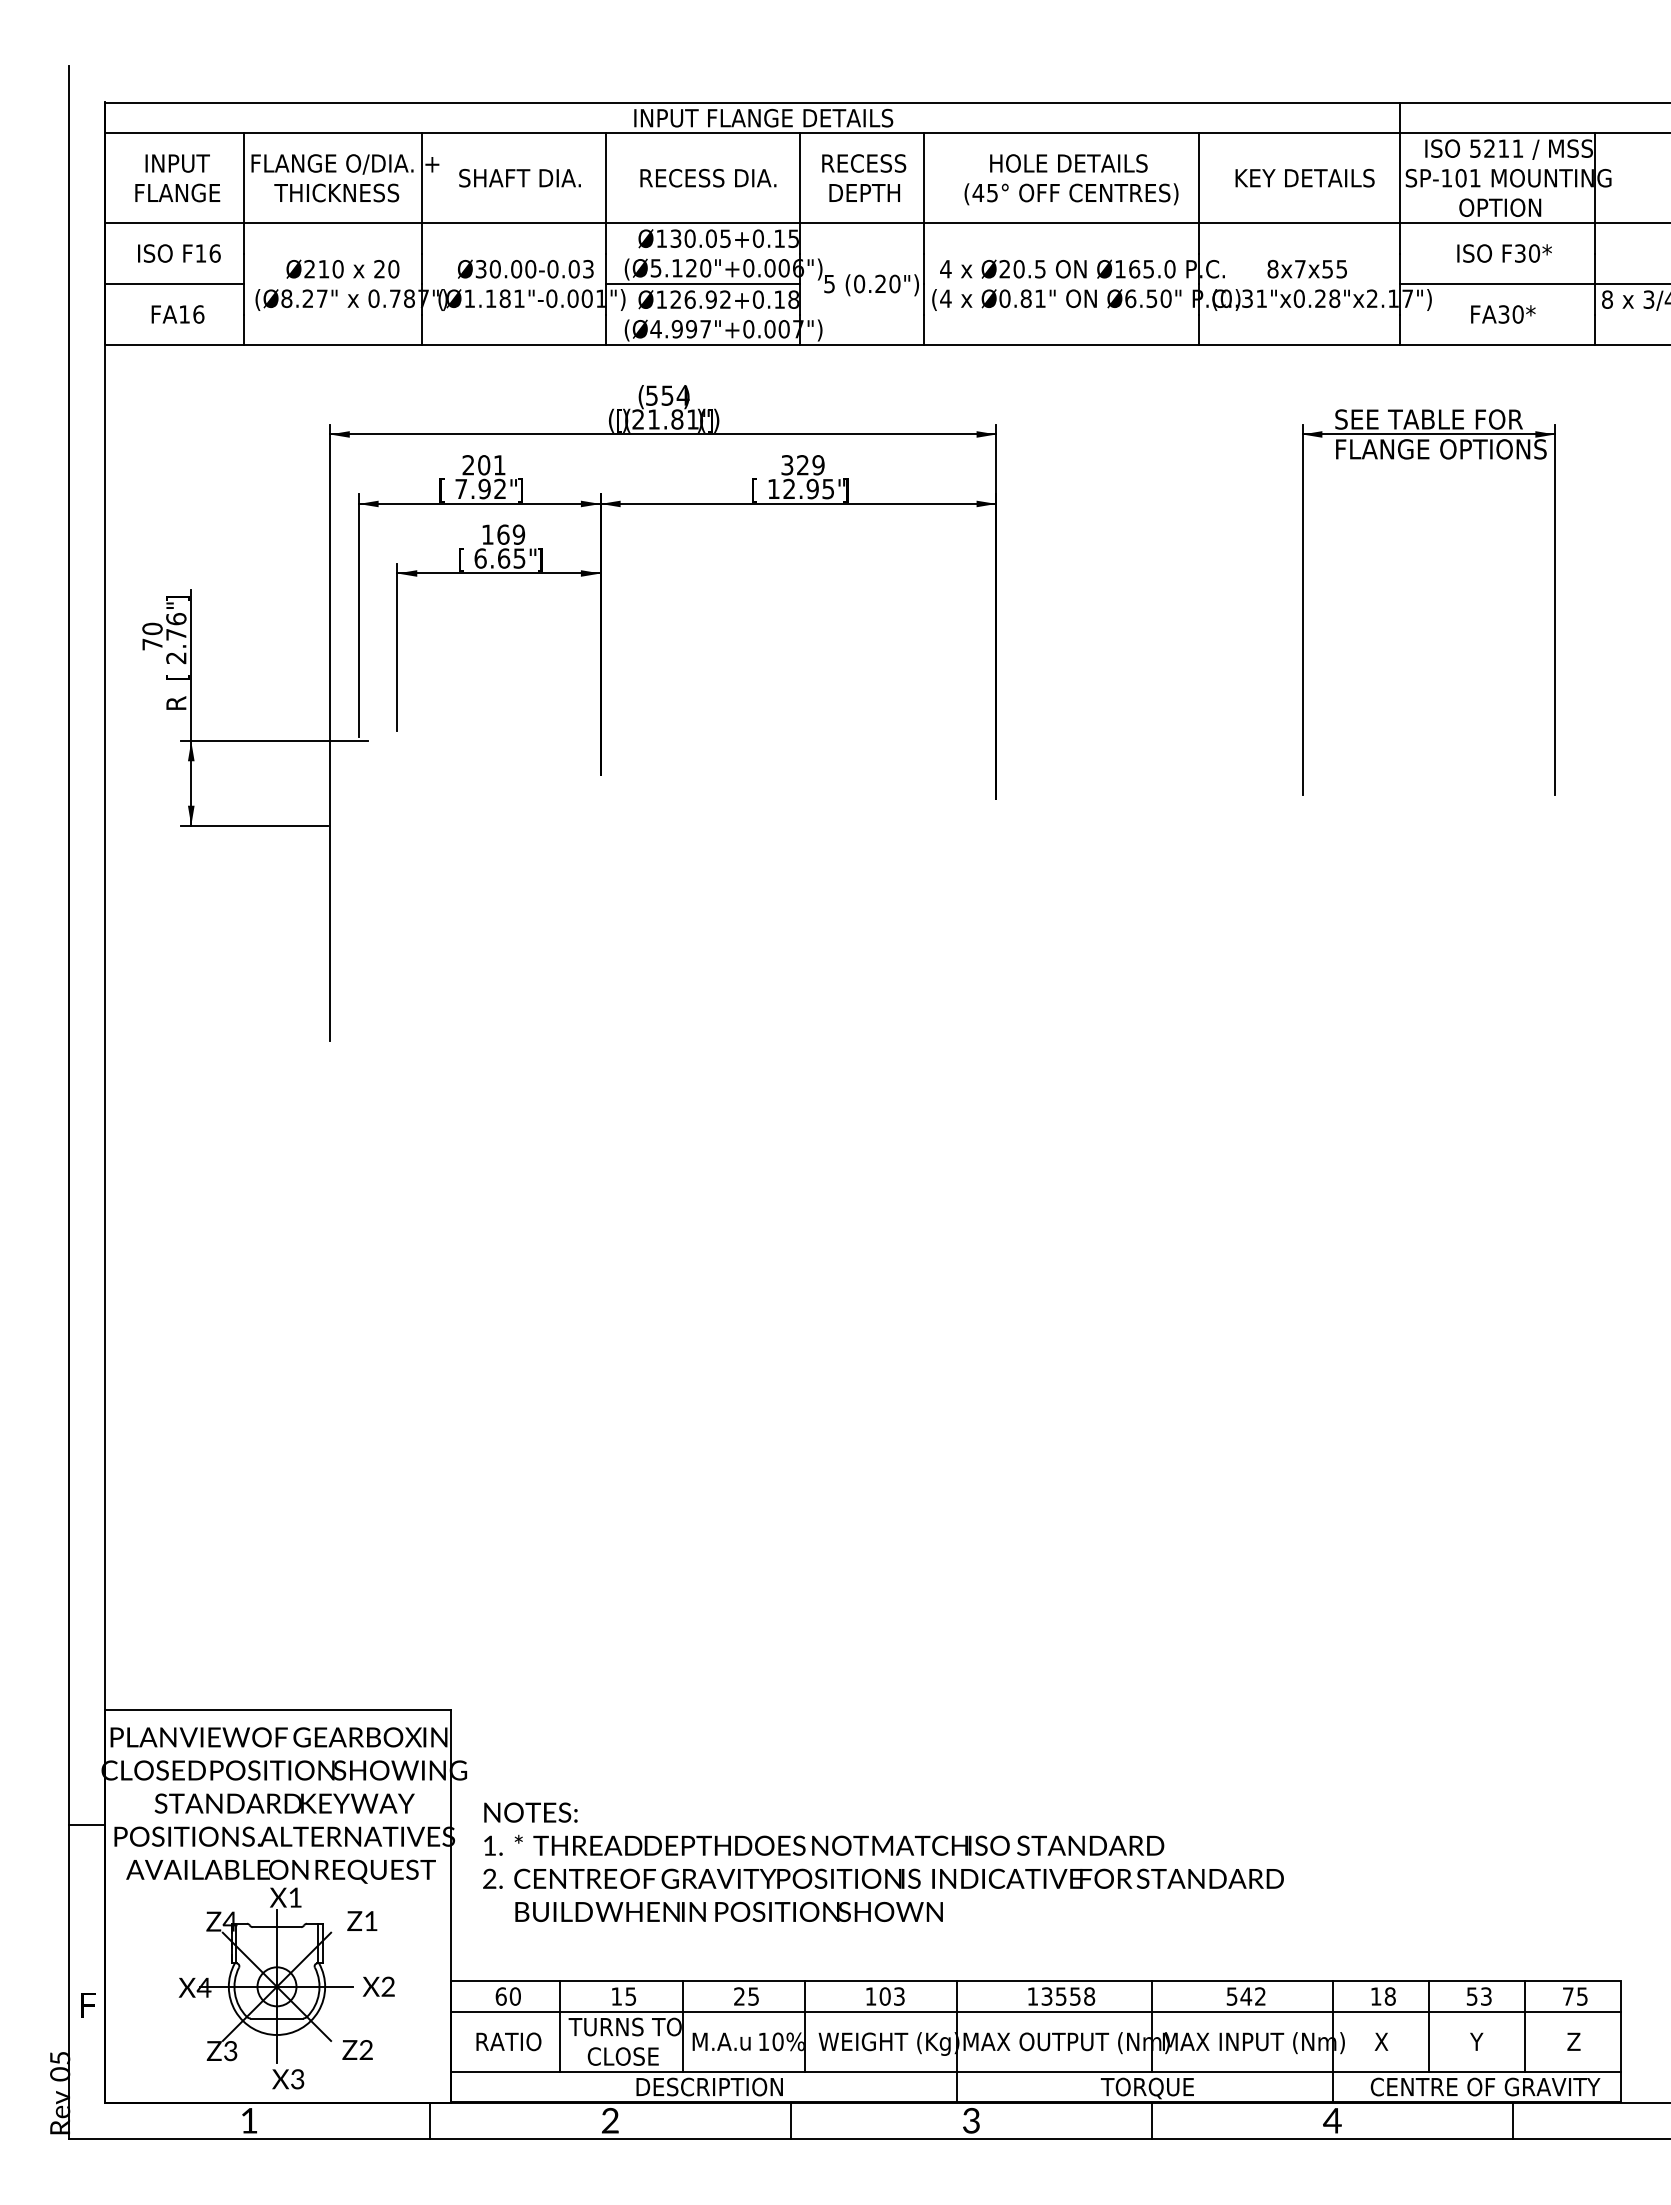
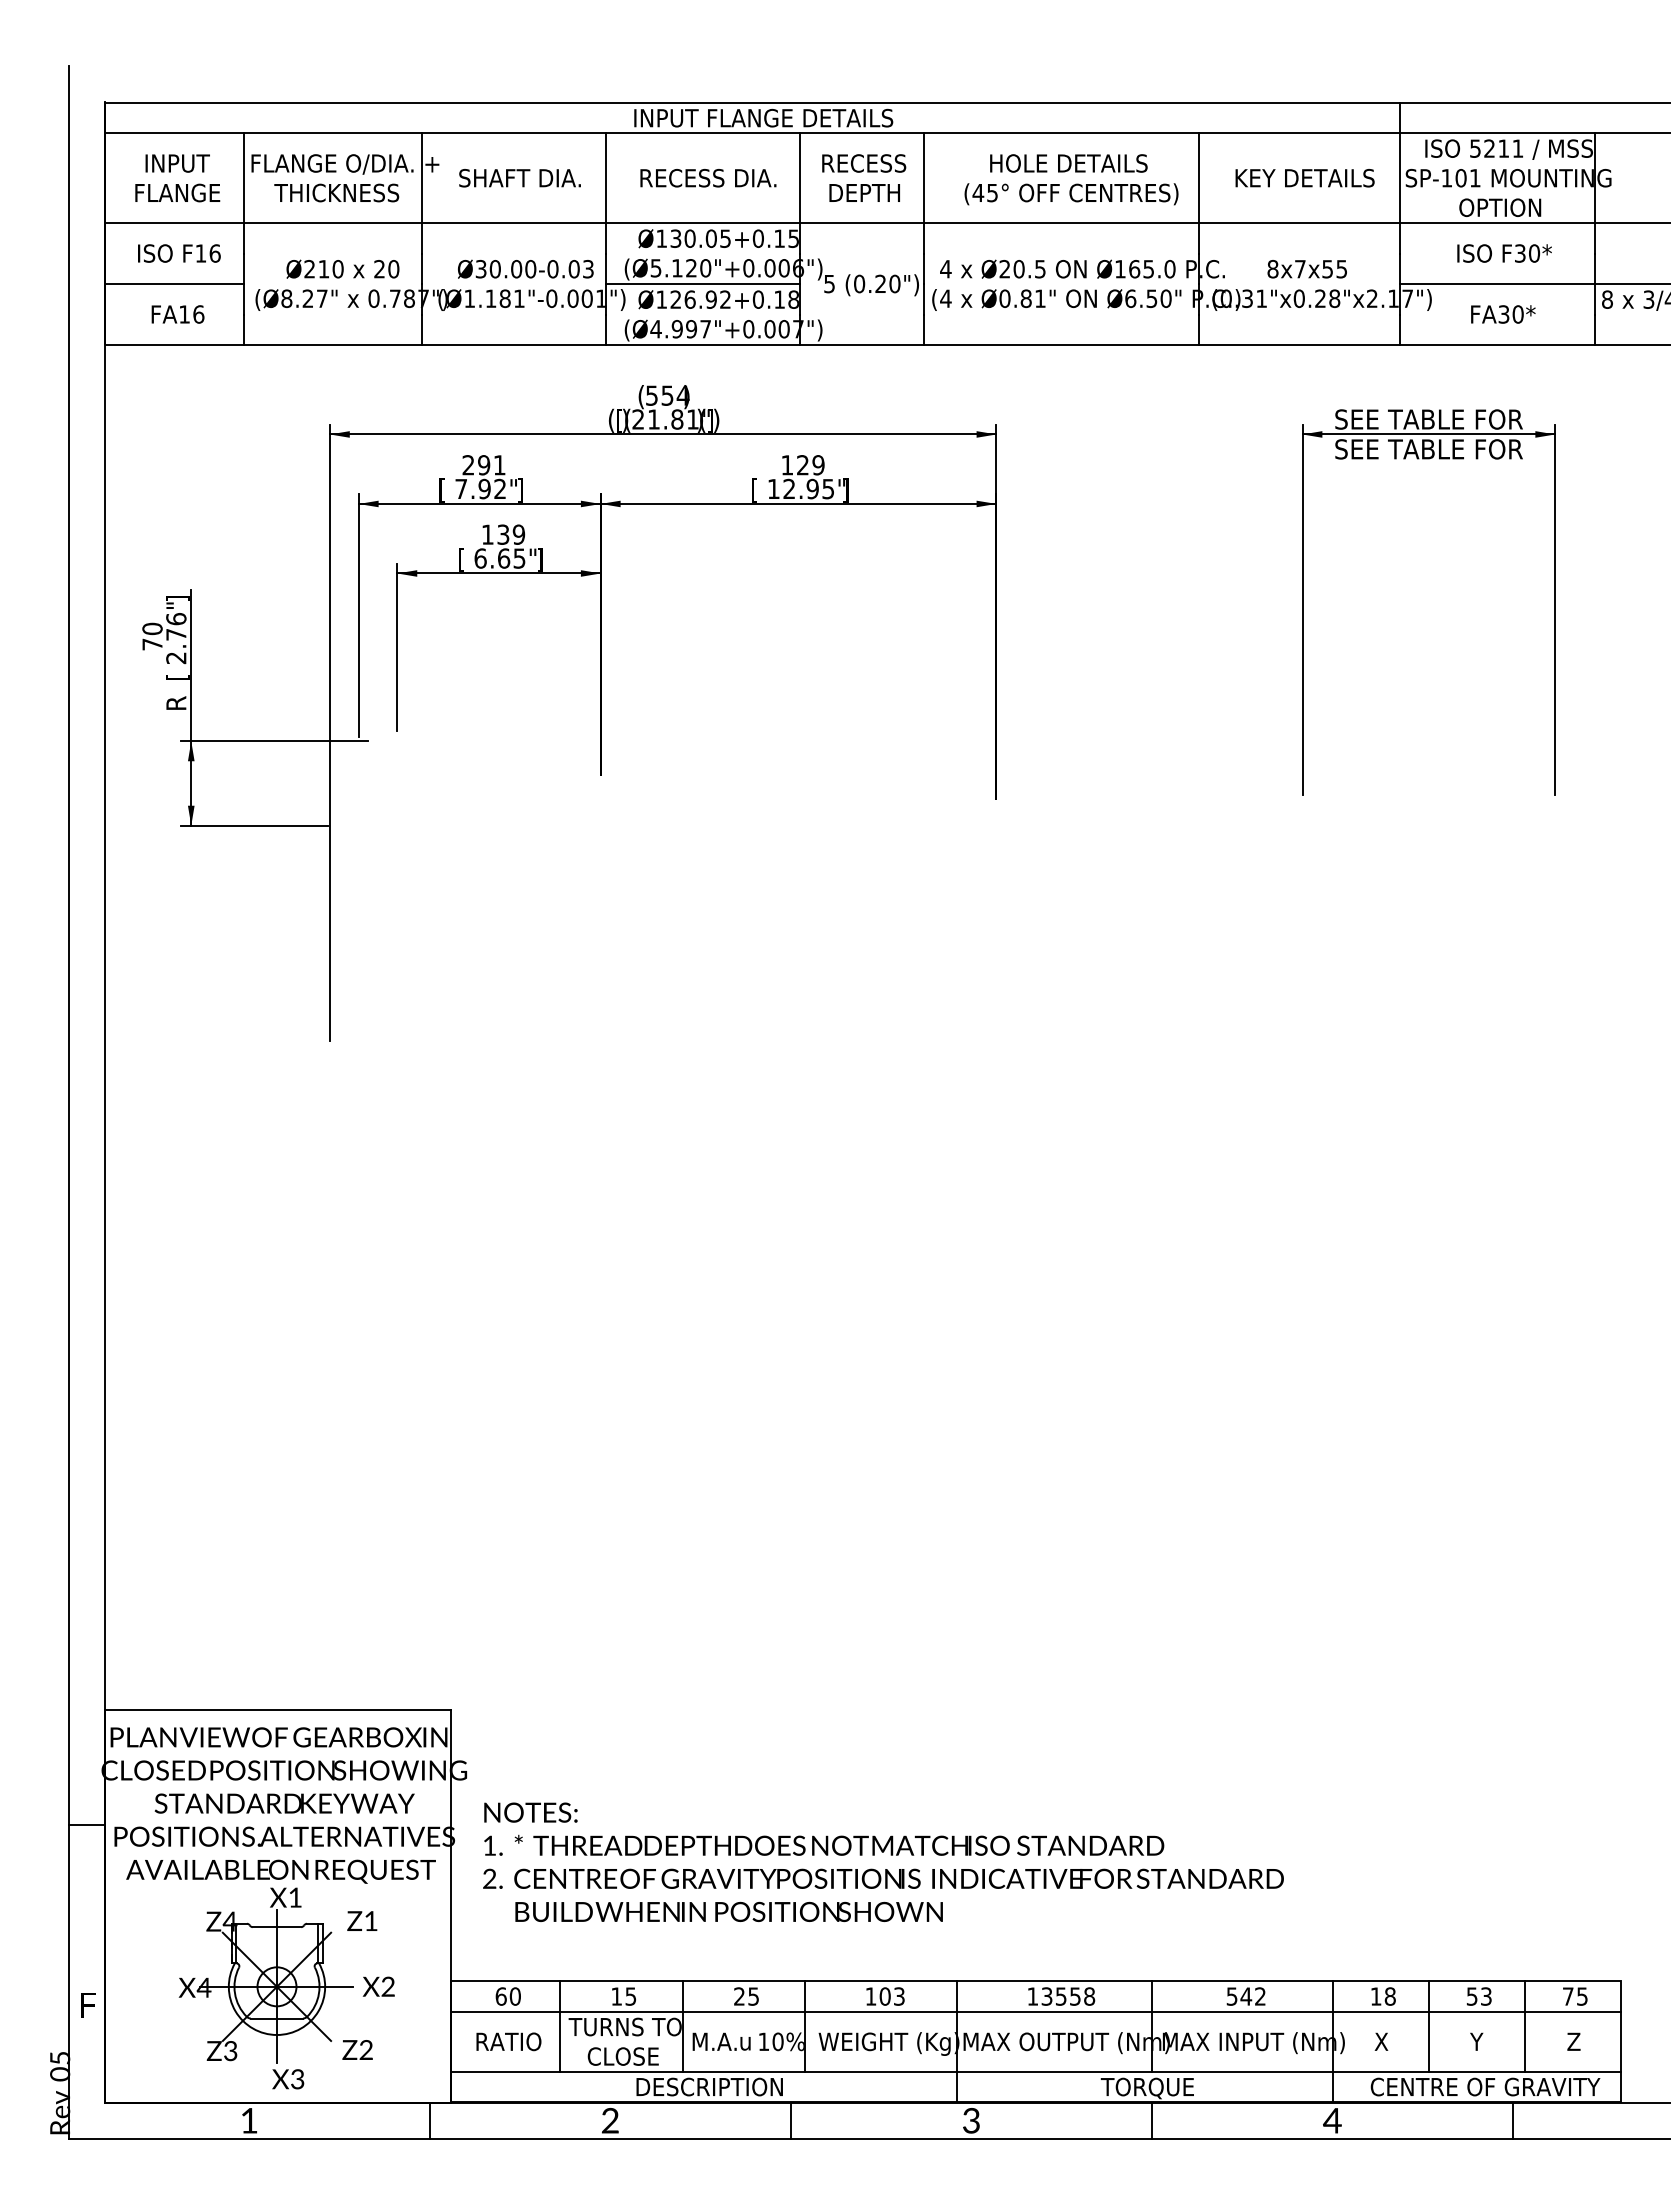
text at (1440, 449): FLANGE OPTIONS -> SEE TABLE FOR
text at (484, 465): 201 -> 291
text at (787, 465): 329 -> 129
text at (503, 534): 169 -> 139
